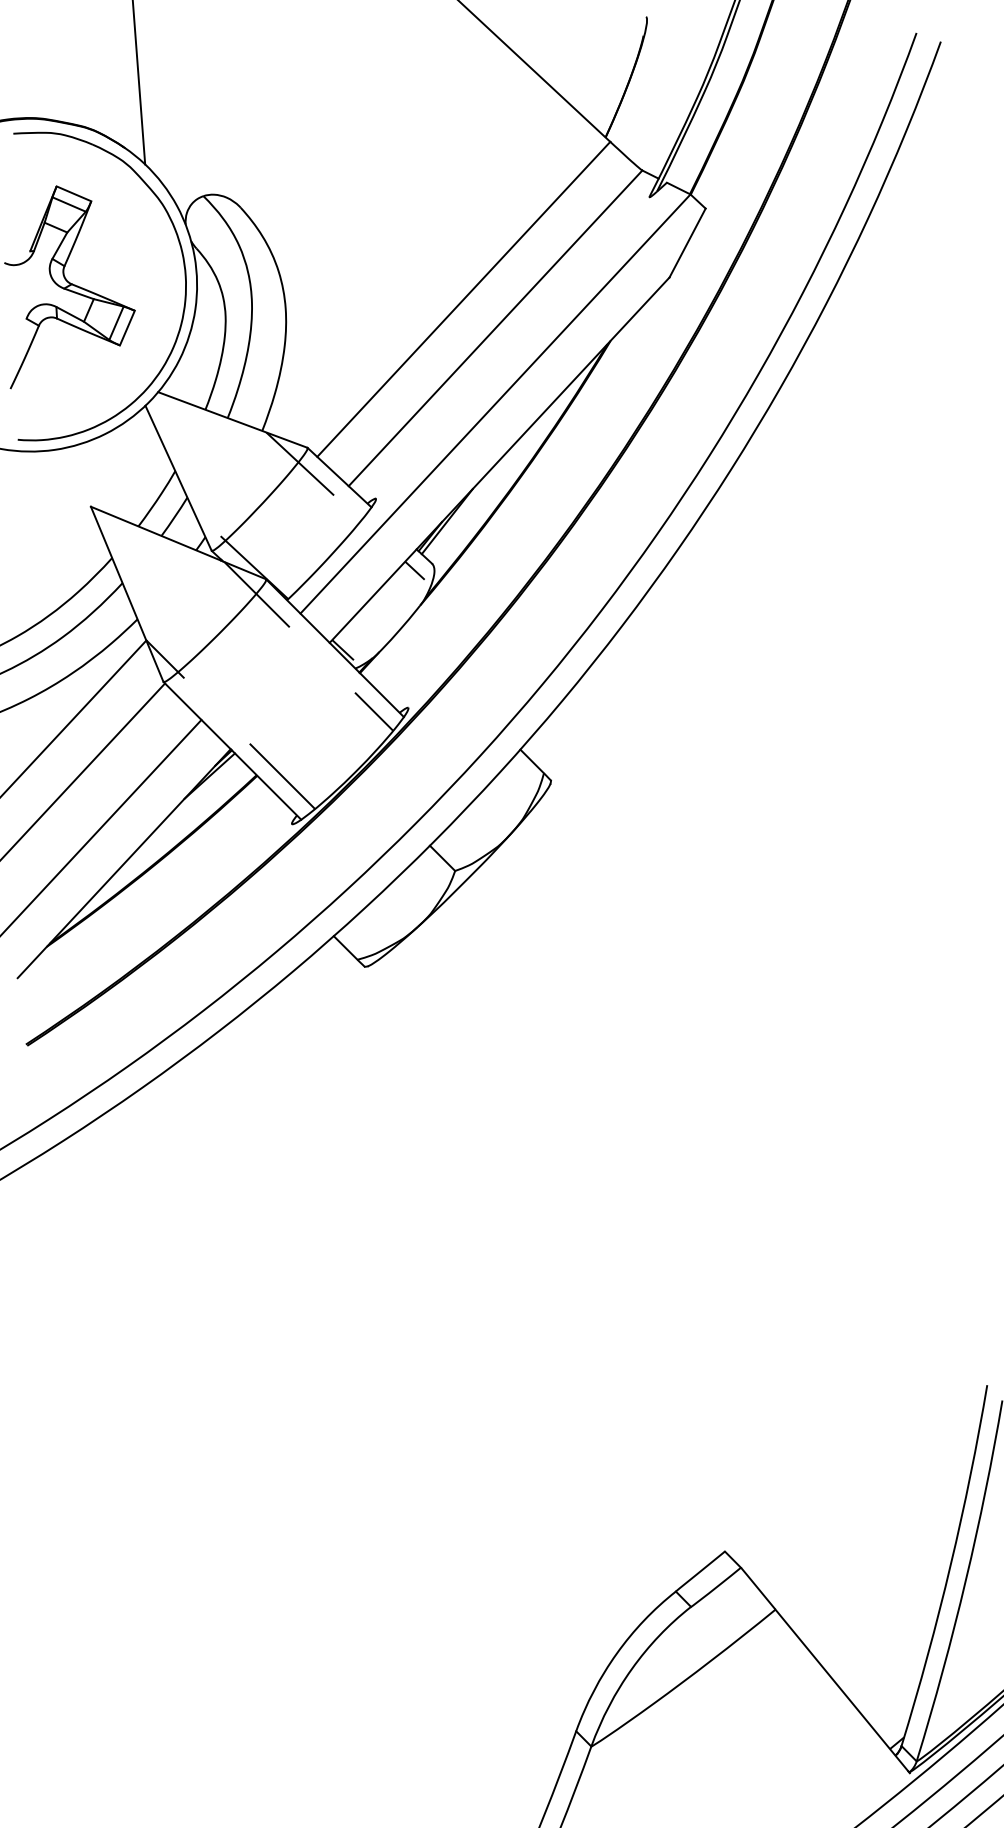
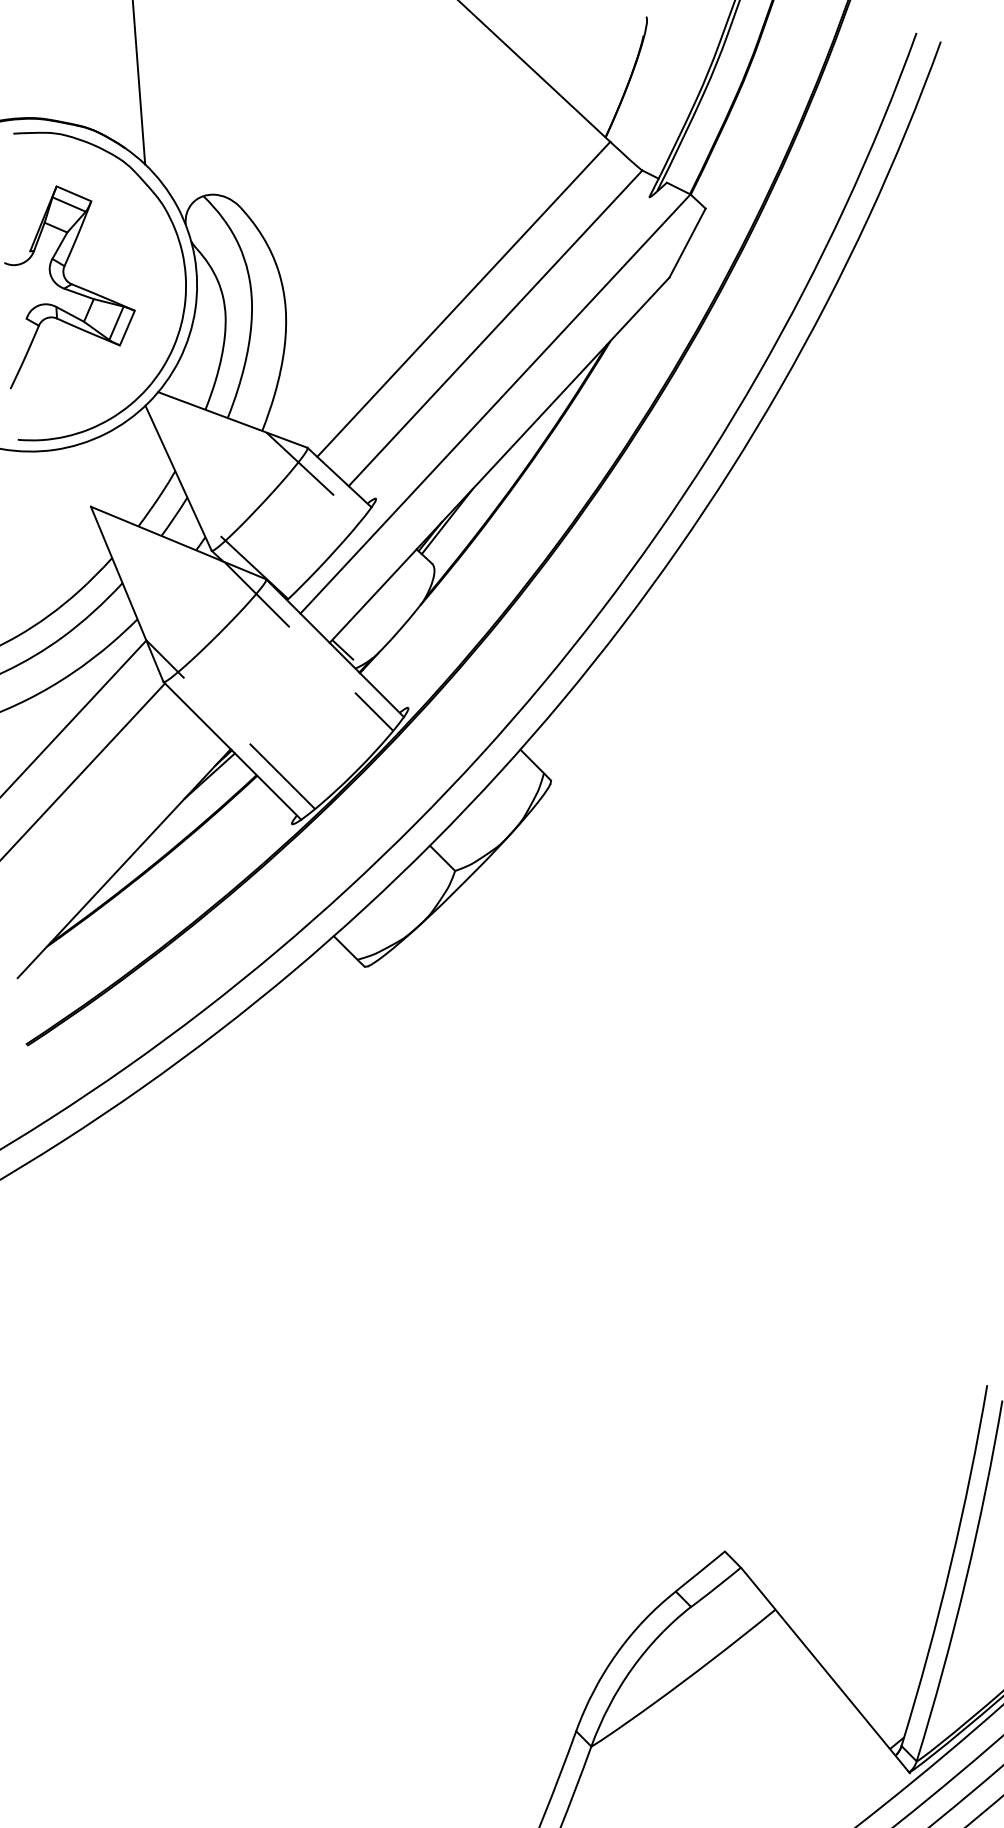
line at (414, 570): present -> none
line at (101, 826): present -> none
